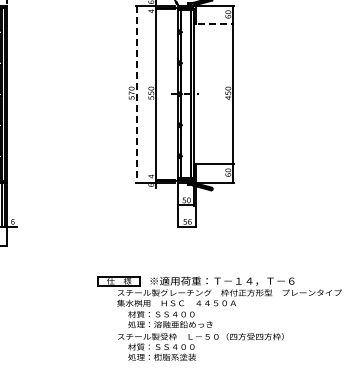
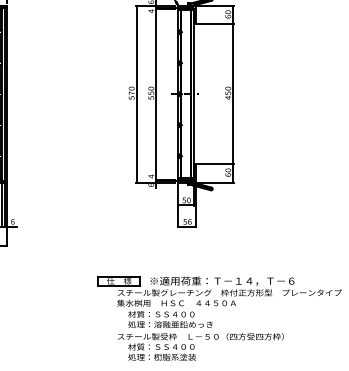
line at (216, 24): dashed -> solid
line at (136, 94): dashed -> solid
